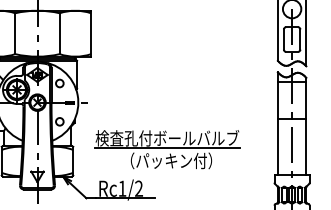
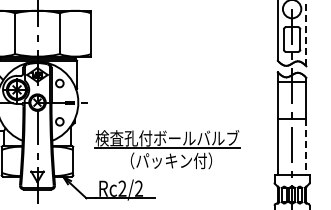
line at (306, 33): solid -> dashed
line at (306, 147): solid -> dashed
text at (122, 188): Rc1/2 -> Rc2/2
